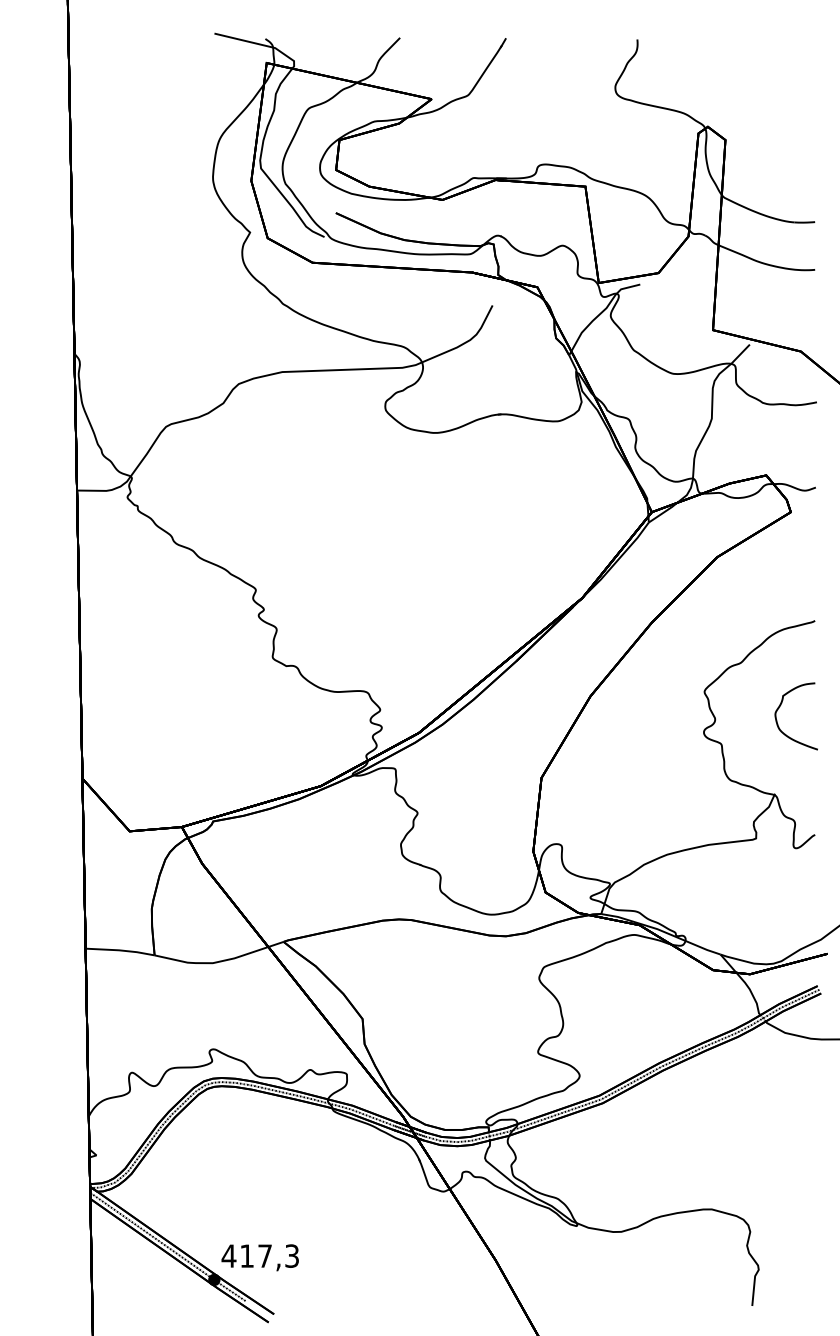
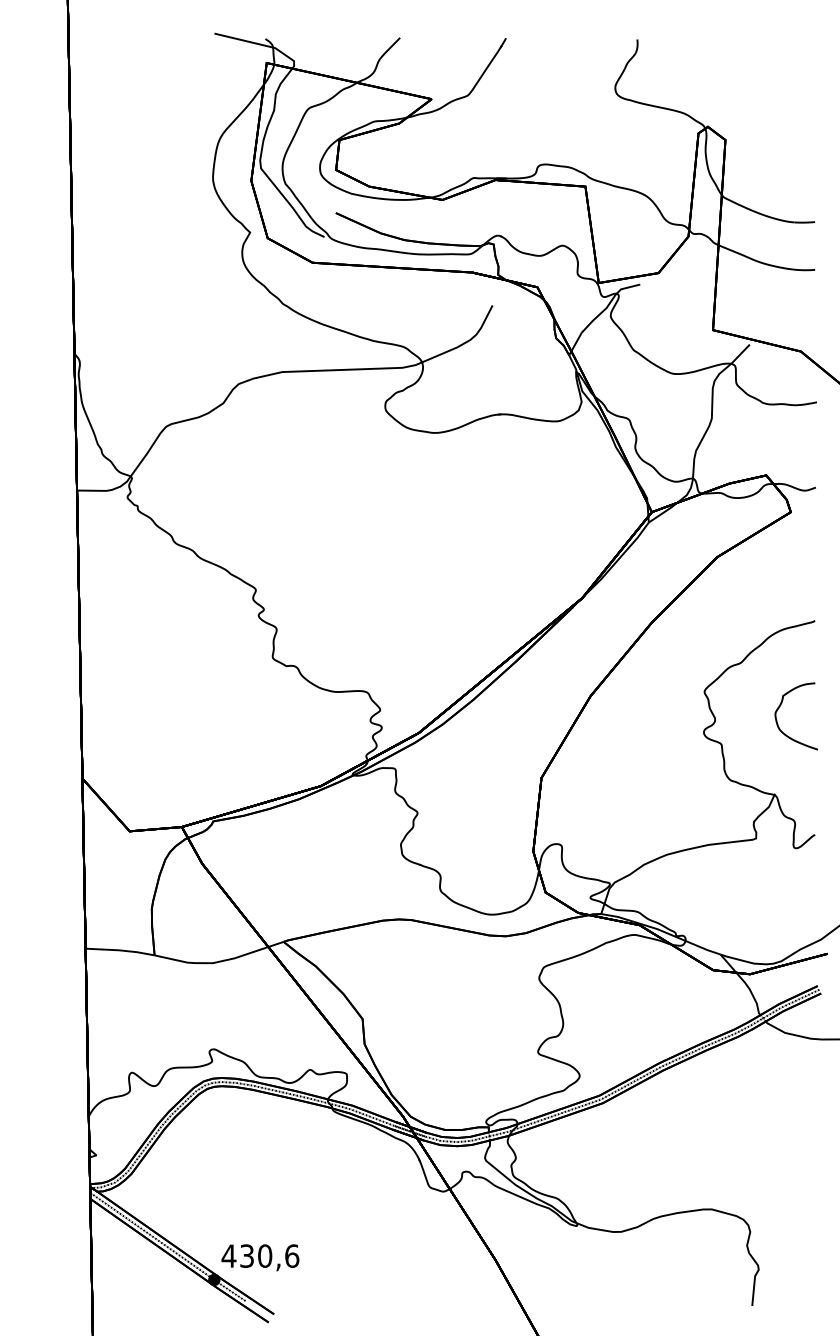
text at (269, 1255): 417,3 -> 430,6
